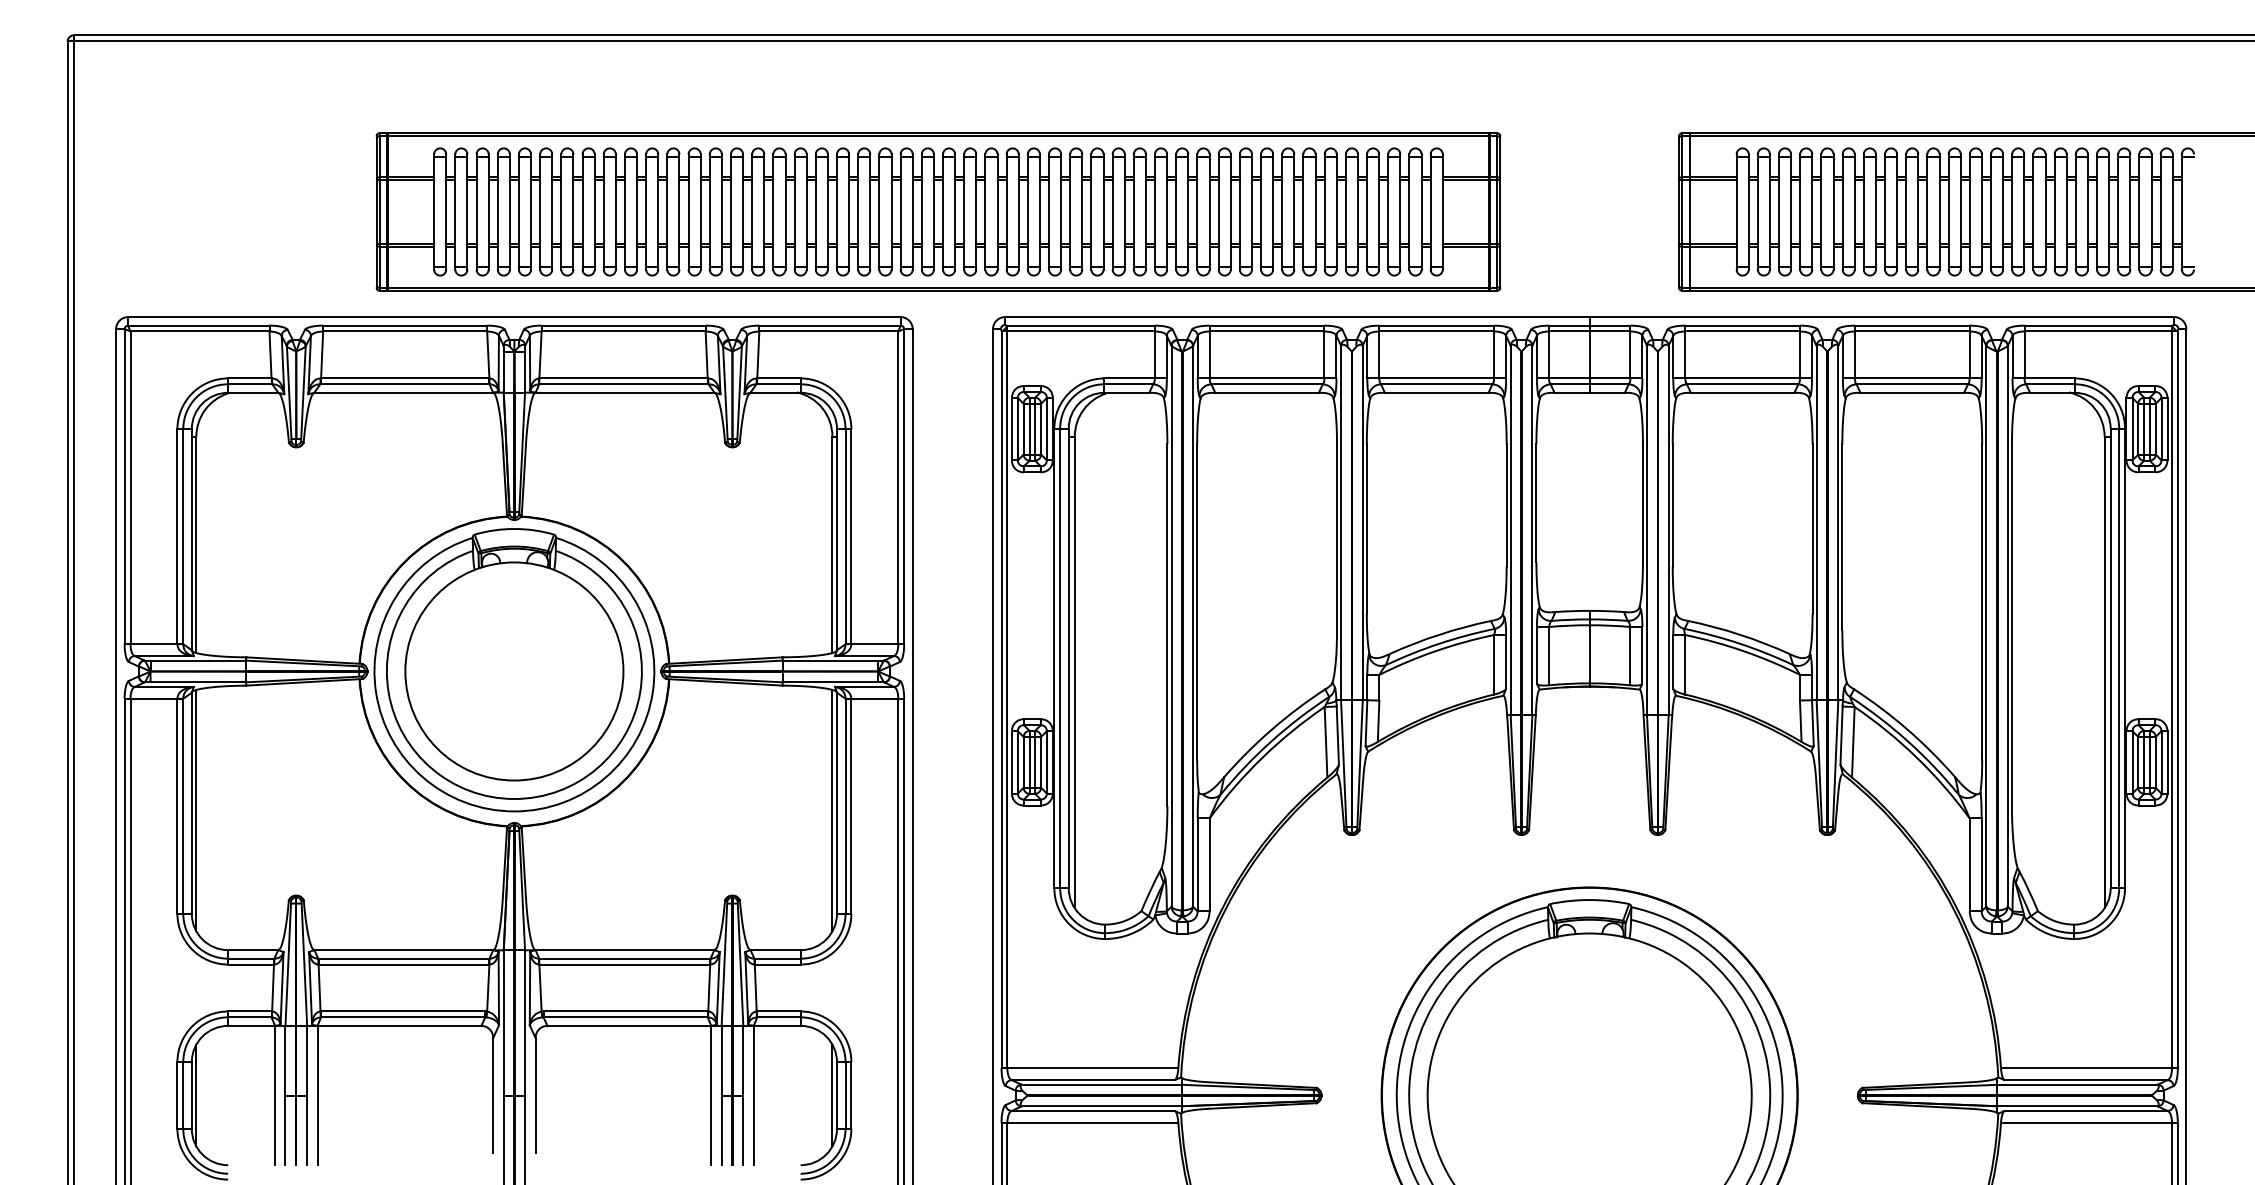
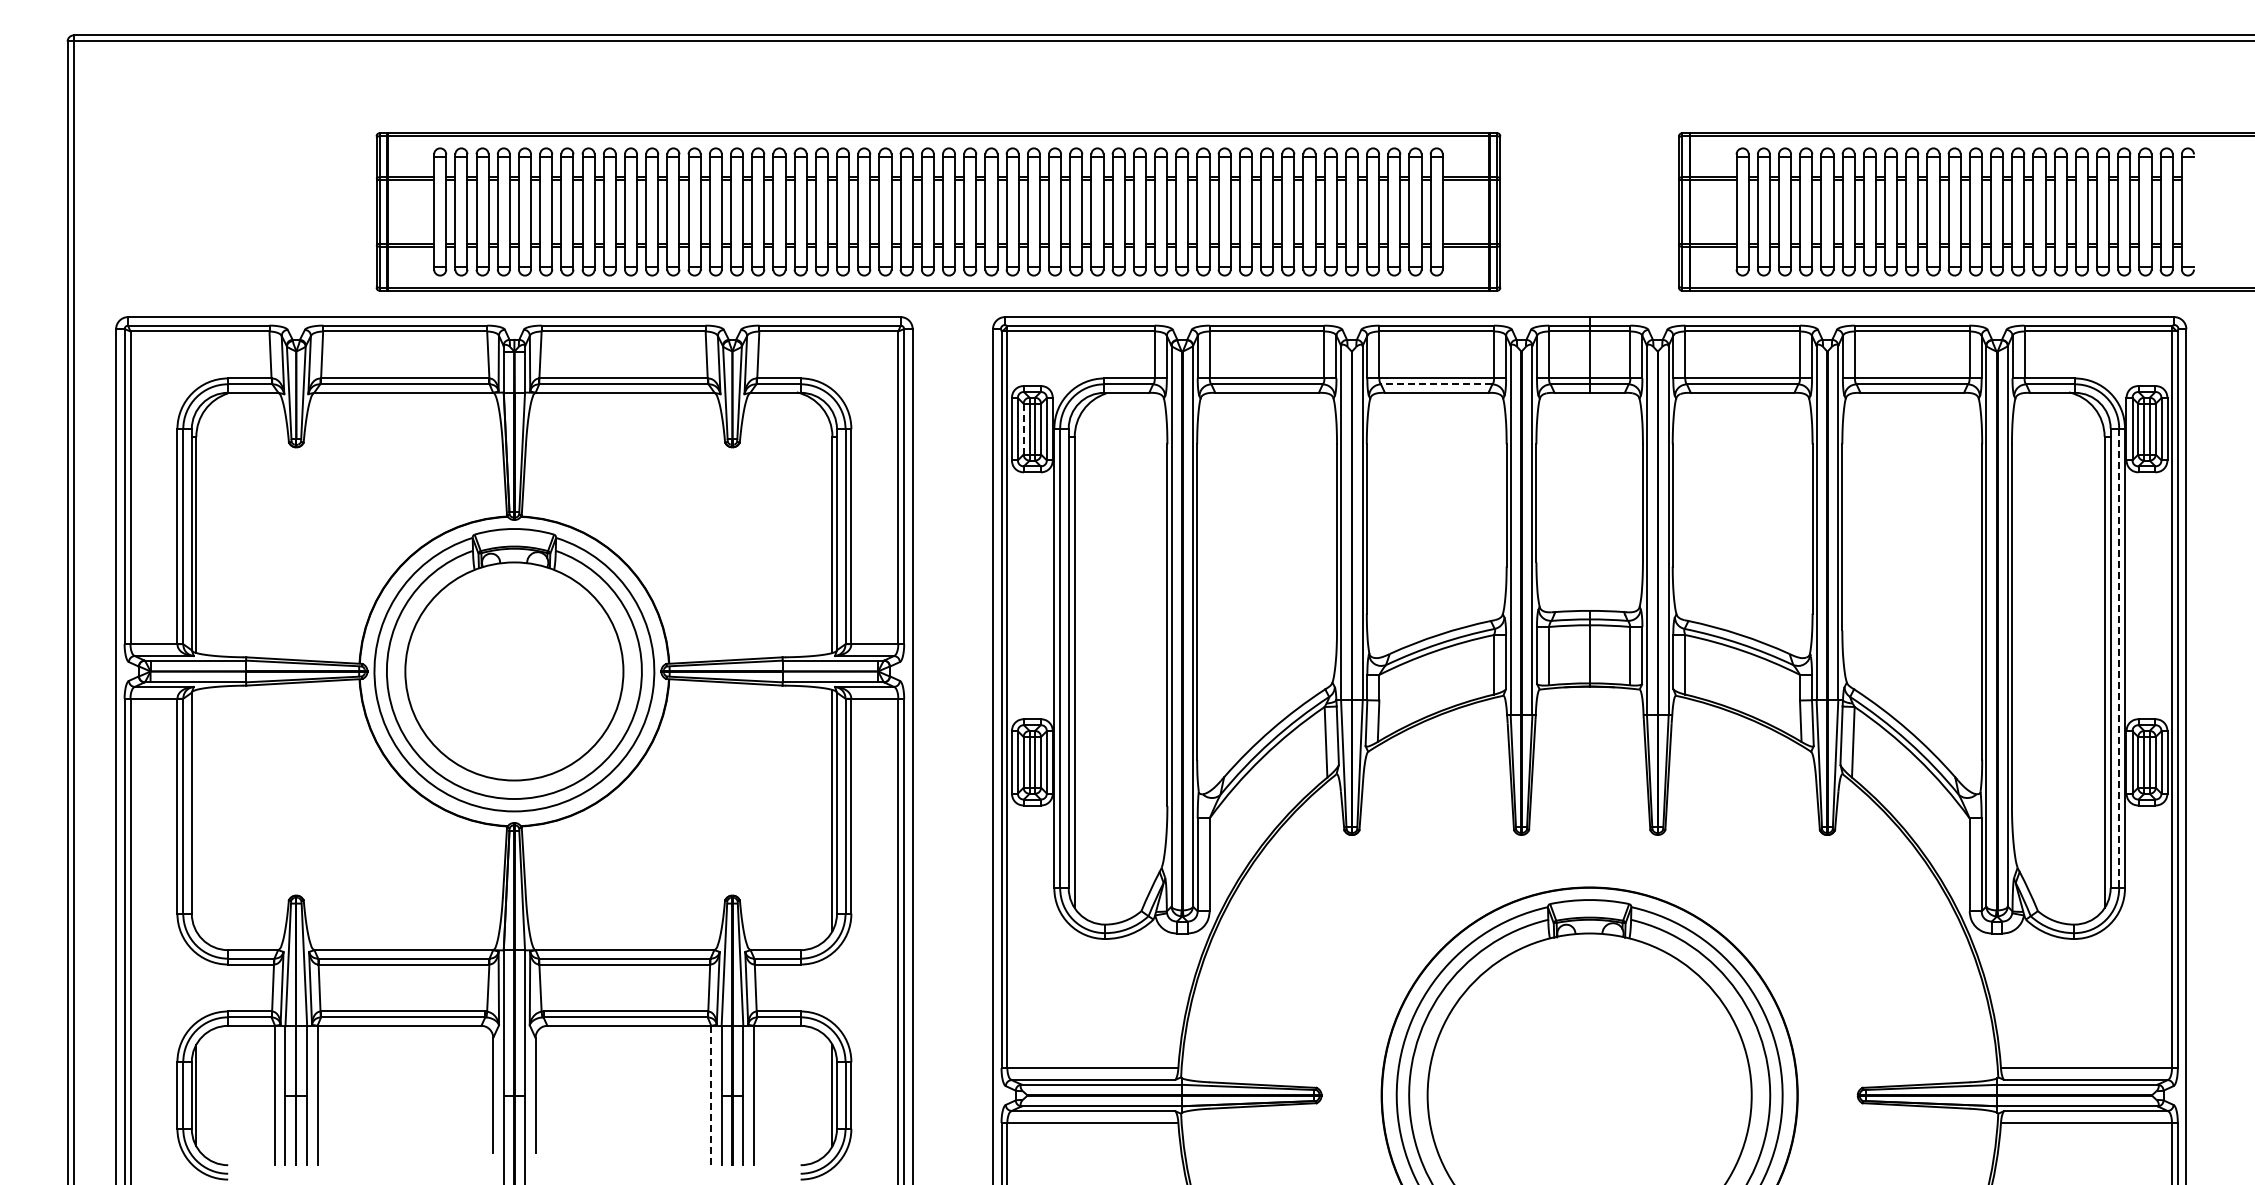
line at (1436, 384): solid -> dashed
line at (1023, 428): solid -> dashed
line at (2119, 658): solid -> dashed
line at (196, 810): present -> none
line at (711, 1095): solid -> dashed
